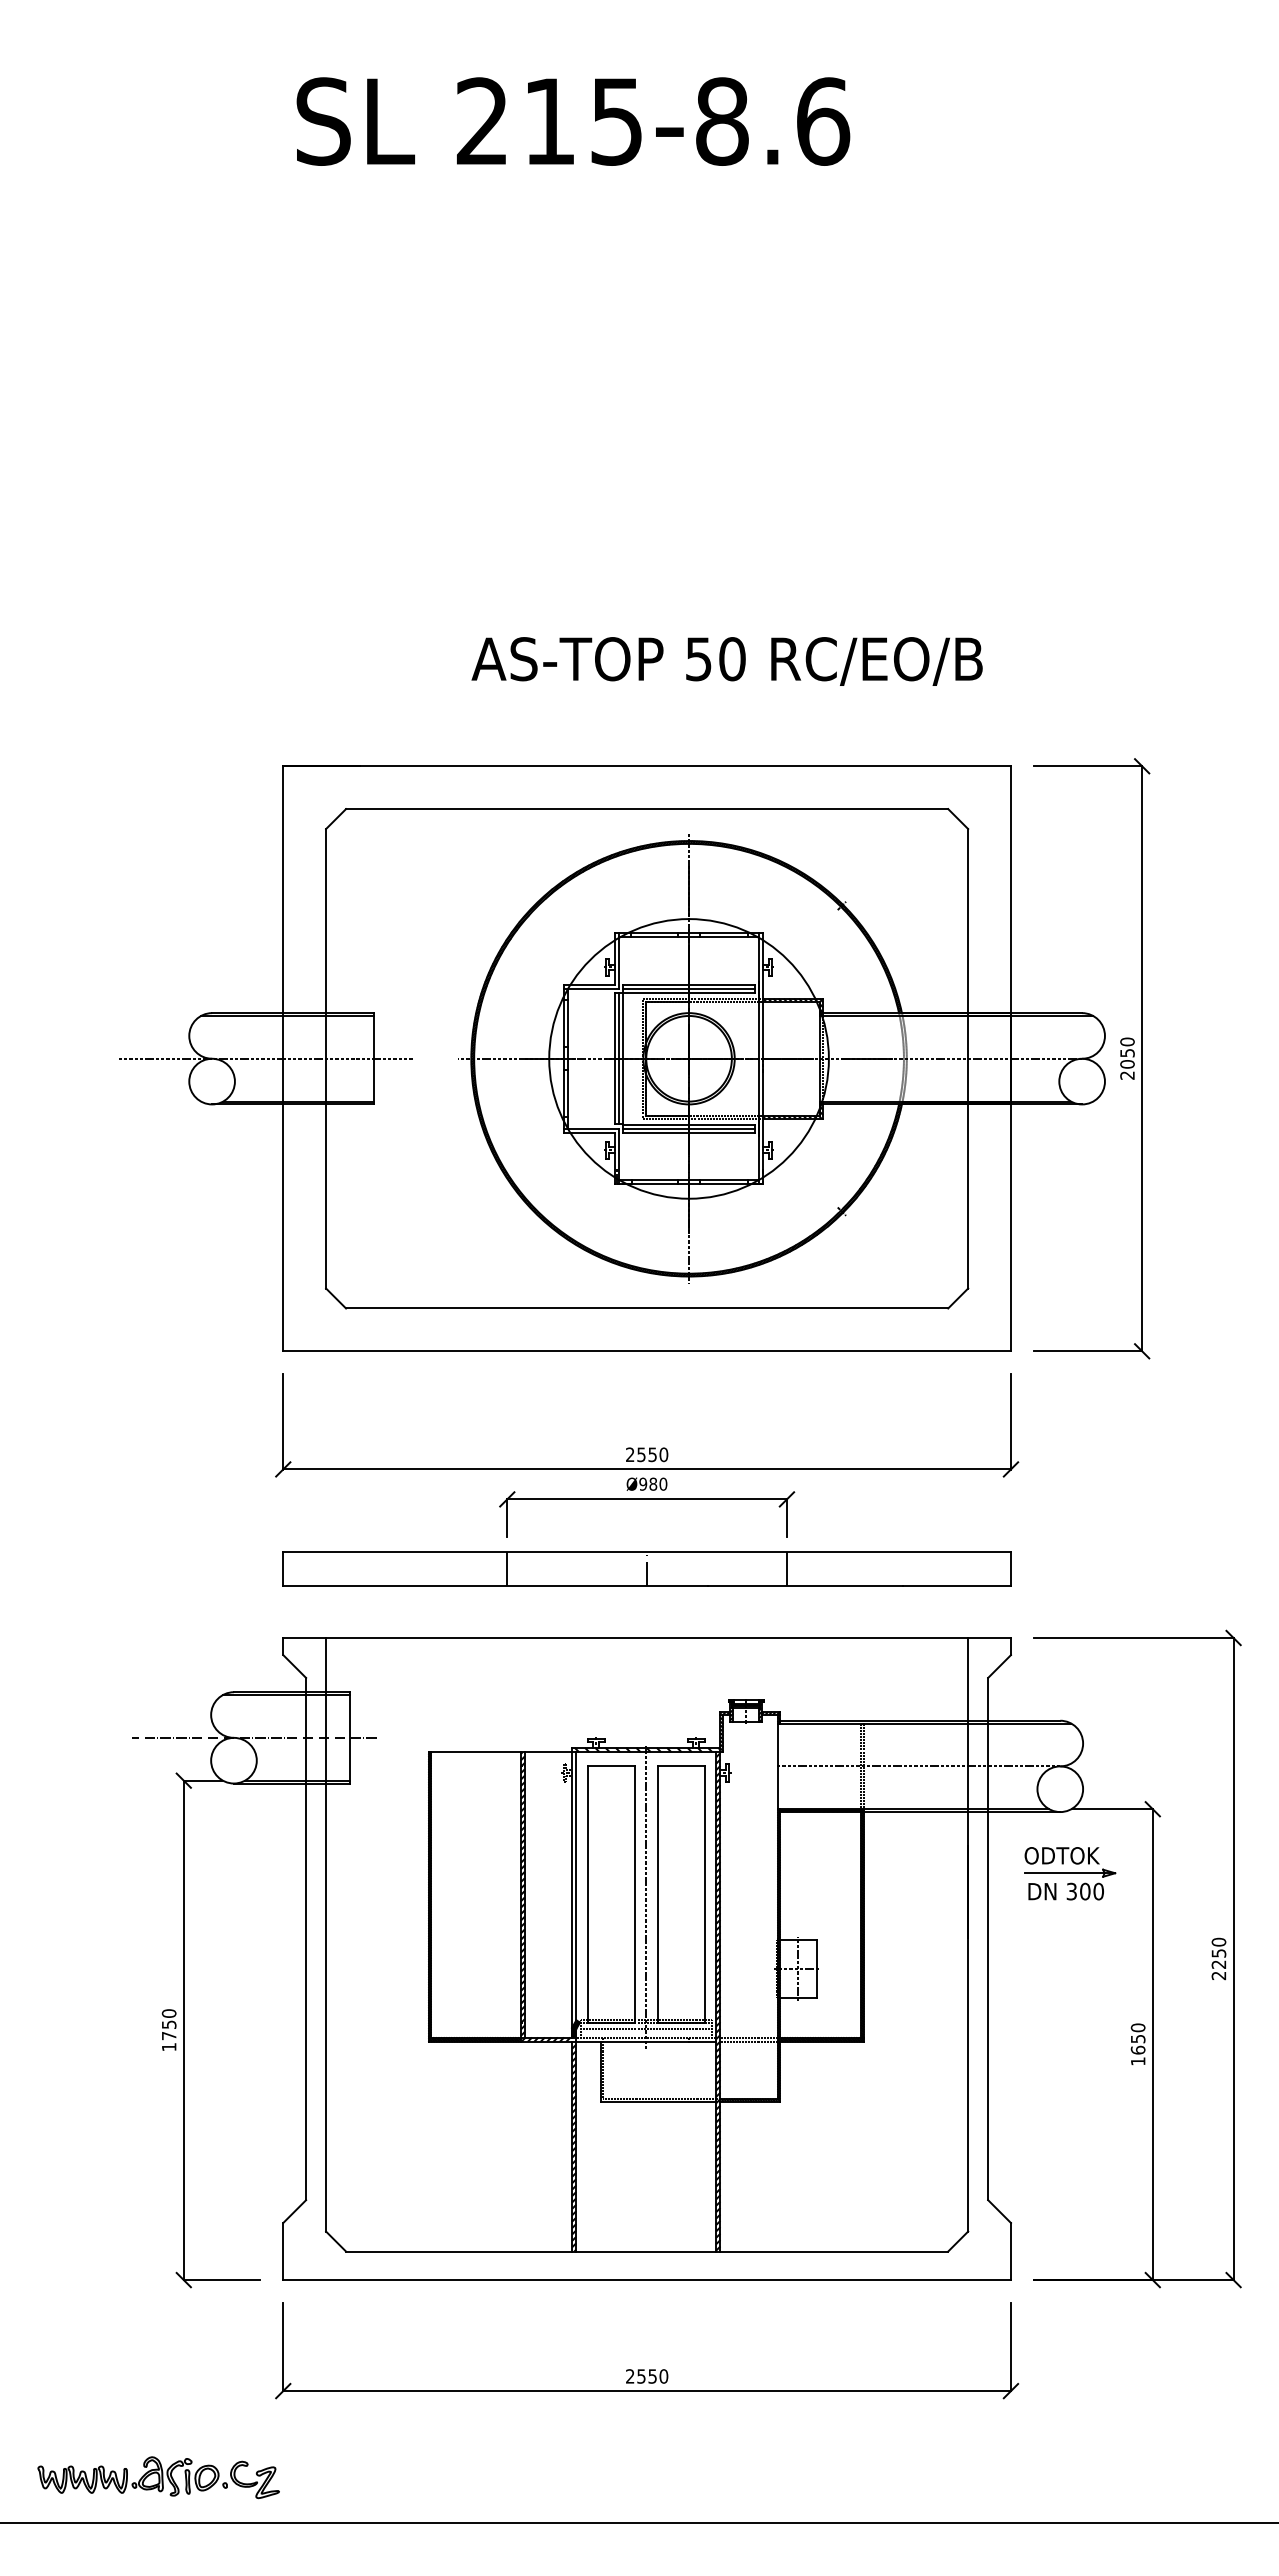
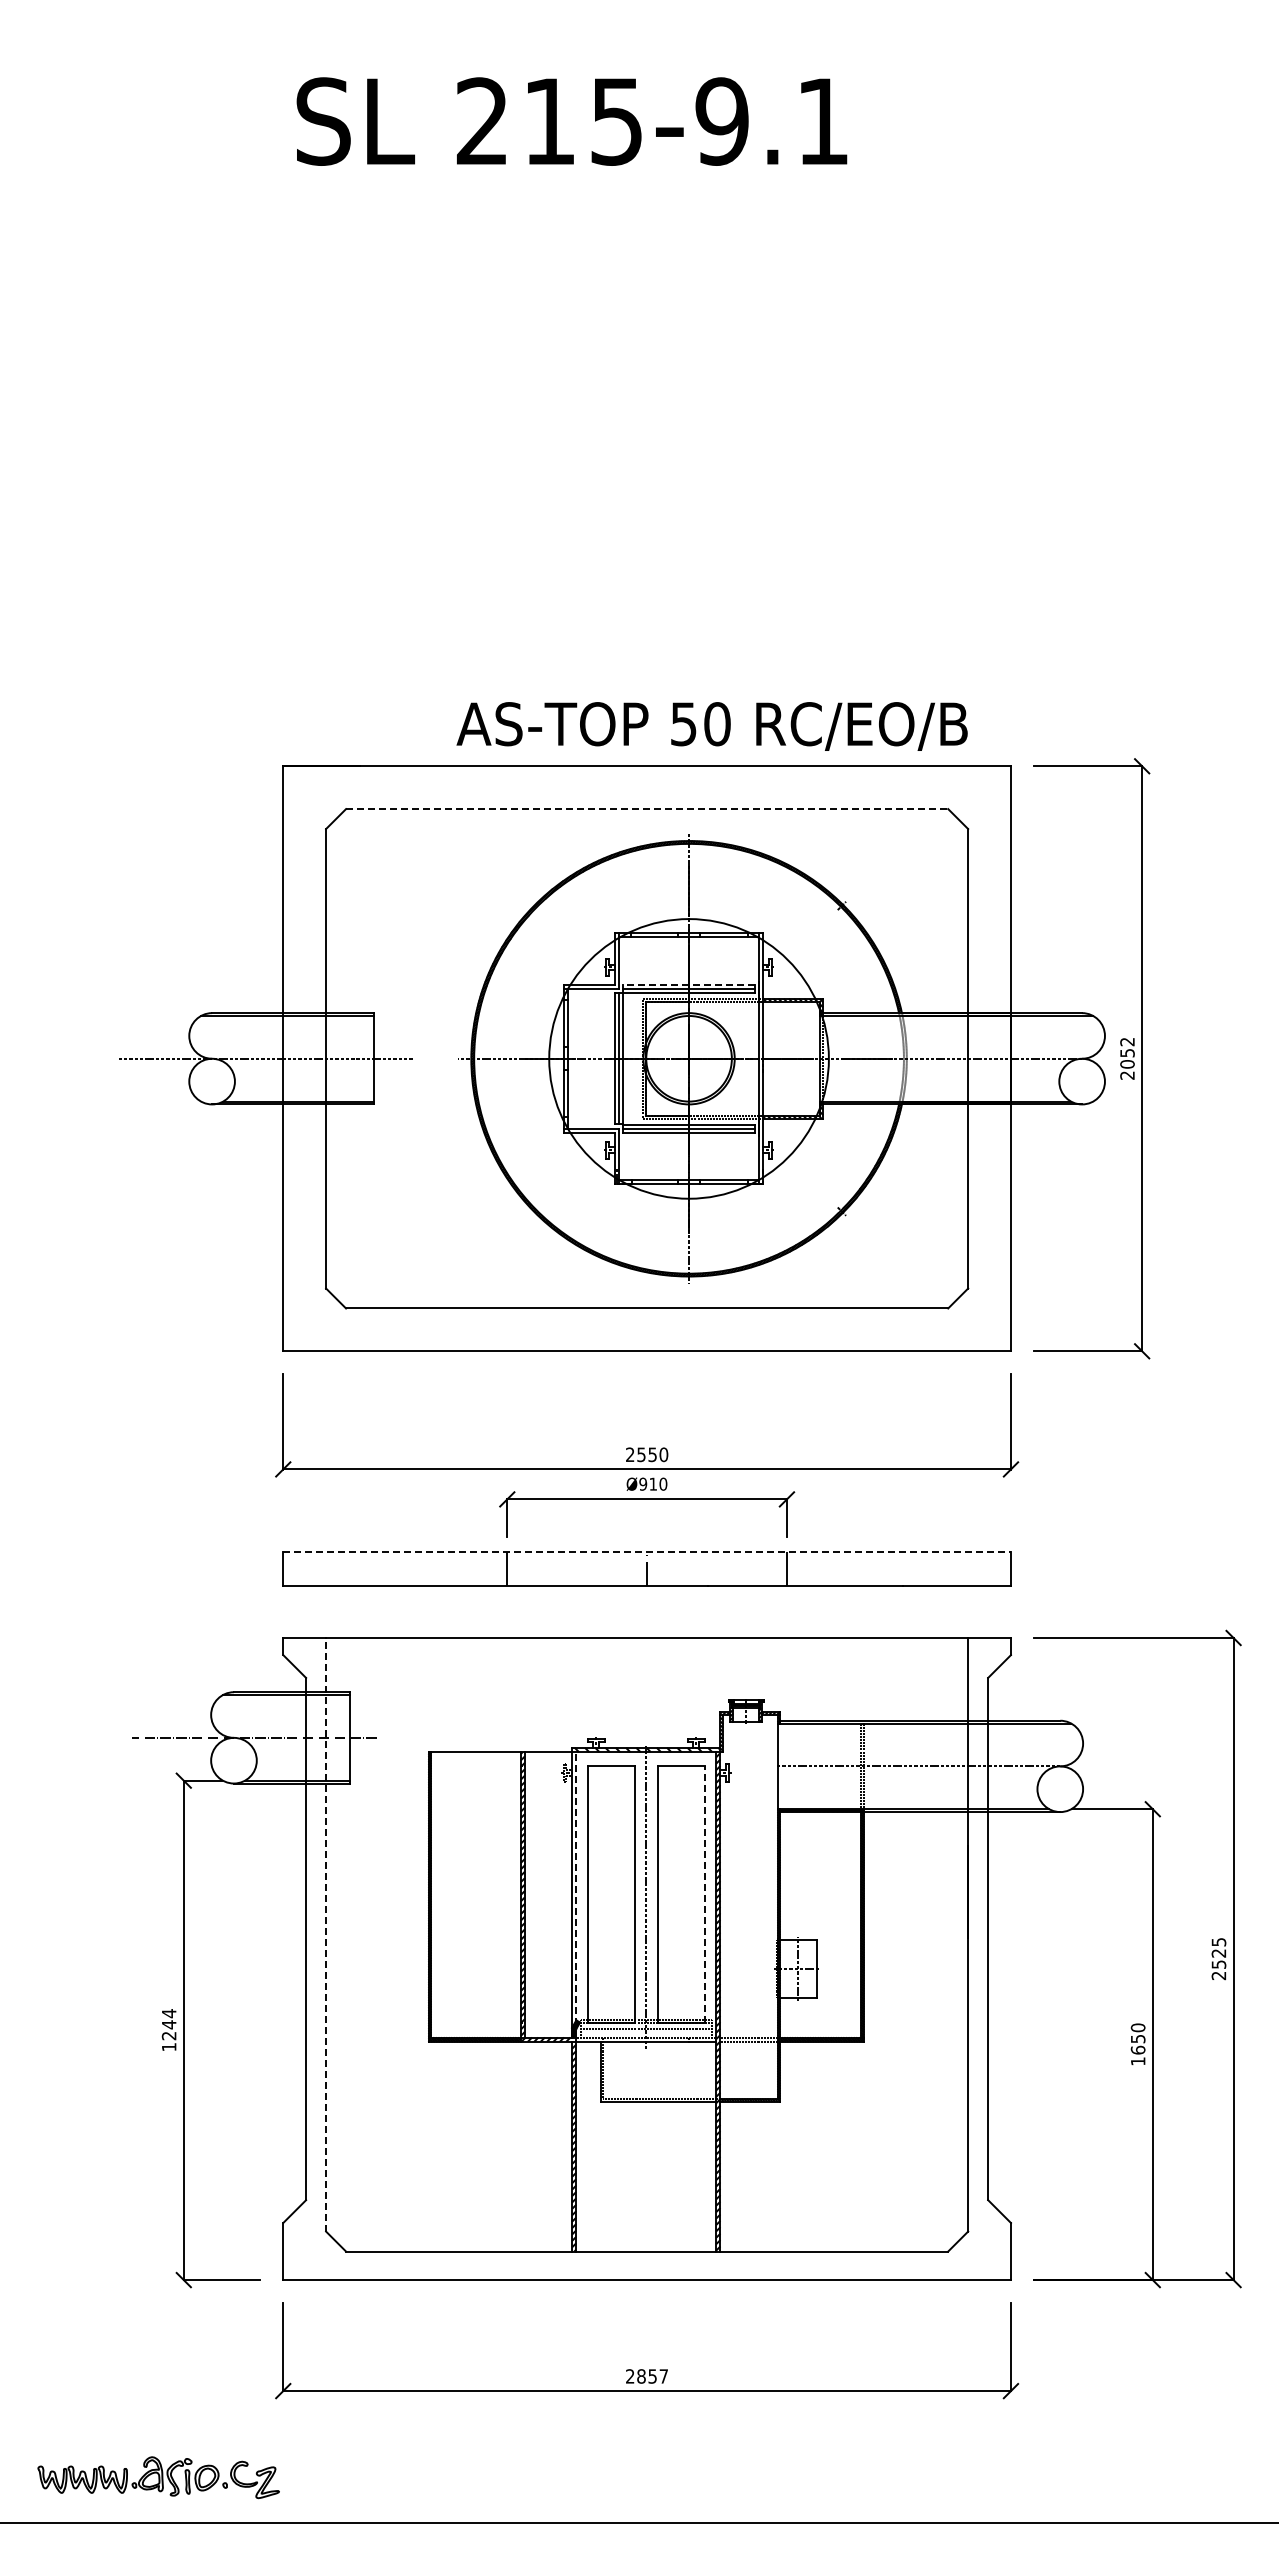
text at (772, 121): 215-8.6 -> 215-9.1
text at (726, 661) position: (726, 661) -> (711, 726)
line at (647, 809): solid -> dashed
line at (689, 984): solid -> dashed
text at (1127, 1041): 2050 -> 2052
text at (653, 1483): Ø980 -> Ø910
line at (647, 1551): solid -> dashed
part at (1070, 1873): present -> none
line at (576, 1887): solid -> dashed
line at (704, 1894): solid -> dashed
line at (326, 1934): solid -> dashed
text at (1218, 1952): 2250 -> 2525
text at (168, 2024): 1750 -> 1244
text at (652, 2376): 2550 -> 2857
